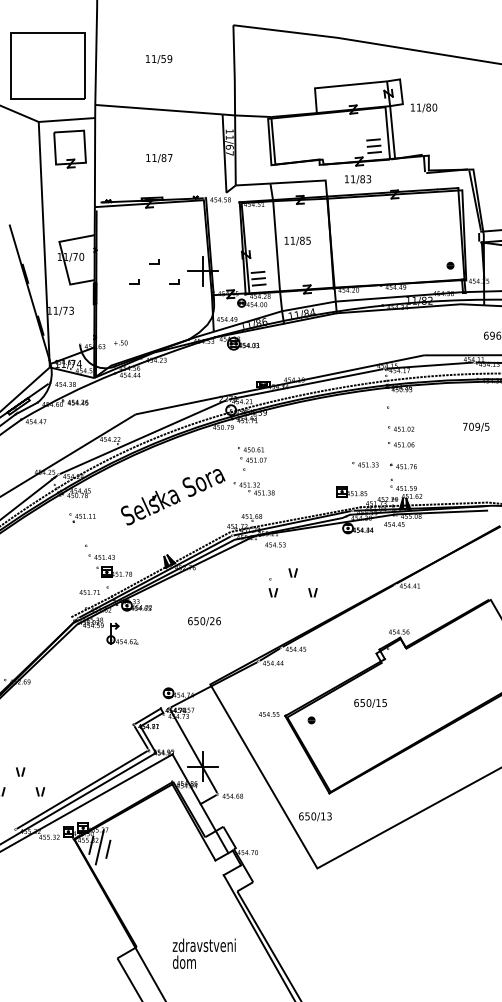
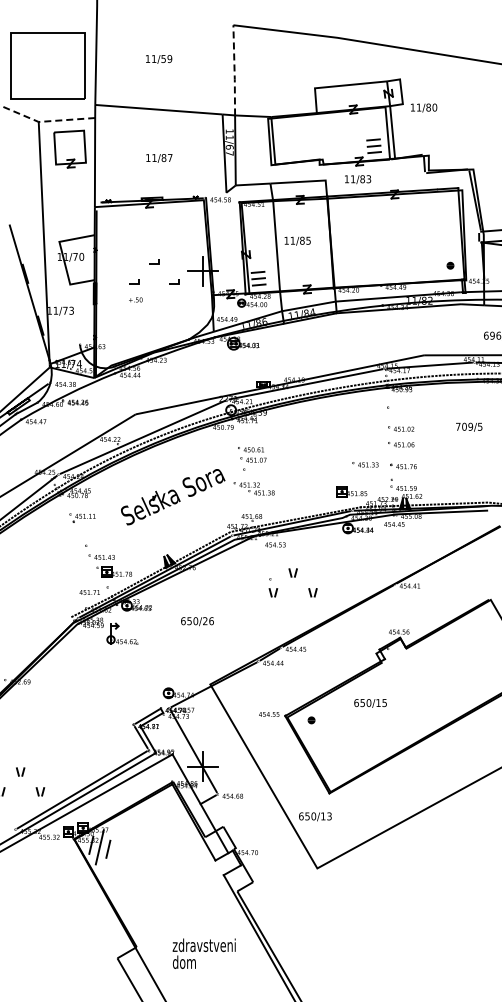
line at (234, 70): solid -> dashed
line at (45, 121): solid -> dashed
text at (120, 342) position: (120, 342) -> (135, 299)
text at (476, 426) position: (476, 426) -> (469, 426)
text at (204, 621) position: (204, 621) -> (197, 621)
